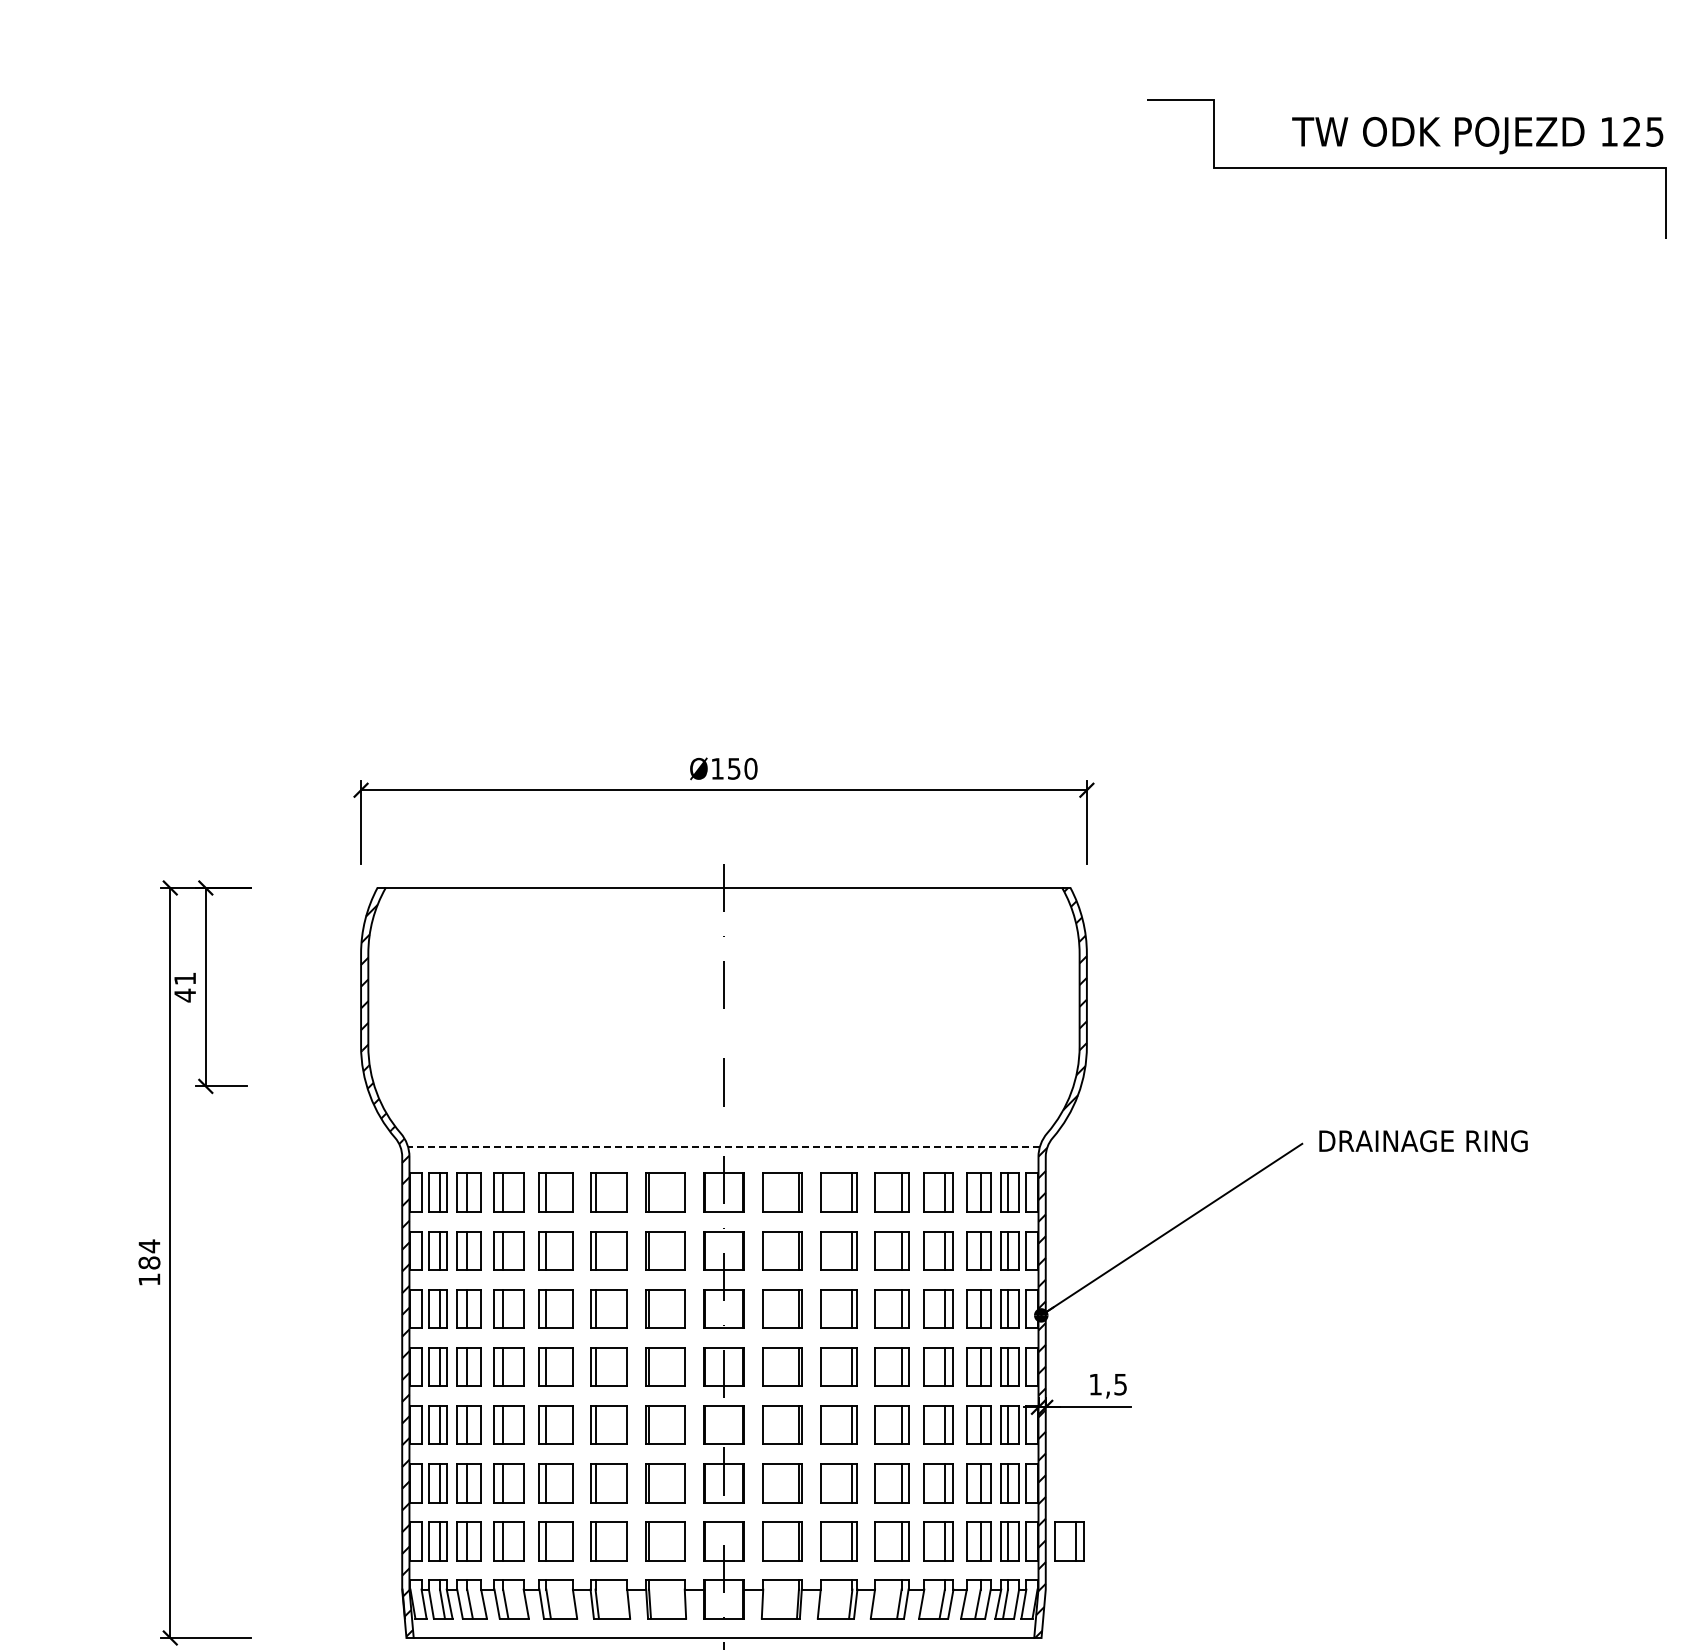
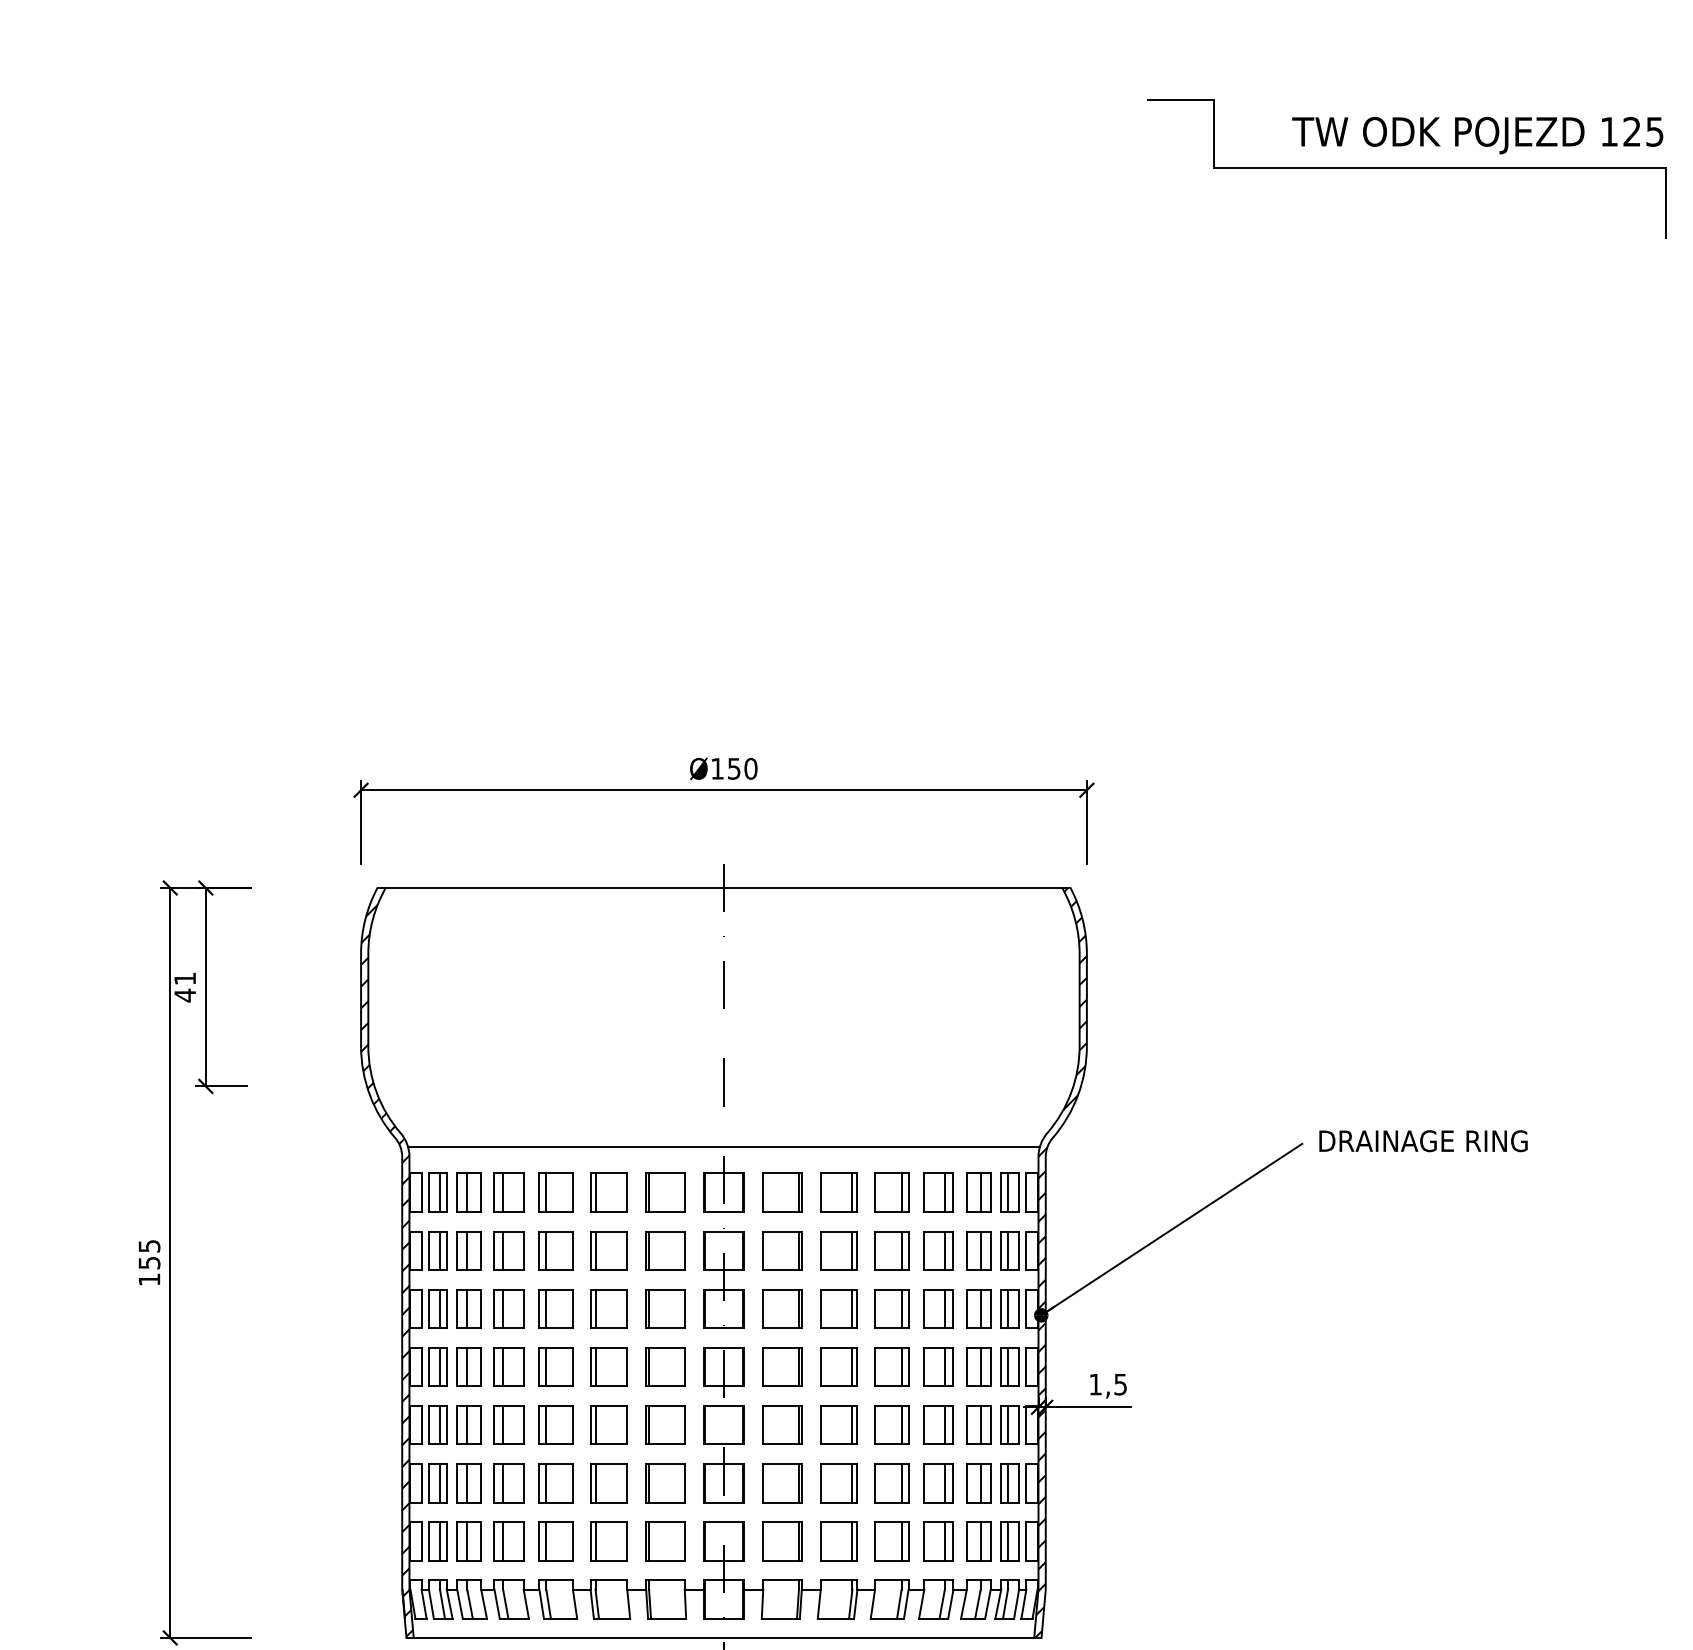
line at (724, 1146): dashed -> solid
text at (149, 1254): 184 -> 155
part at (1069, 1541): present -> none
